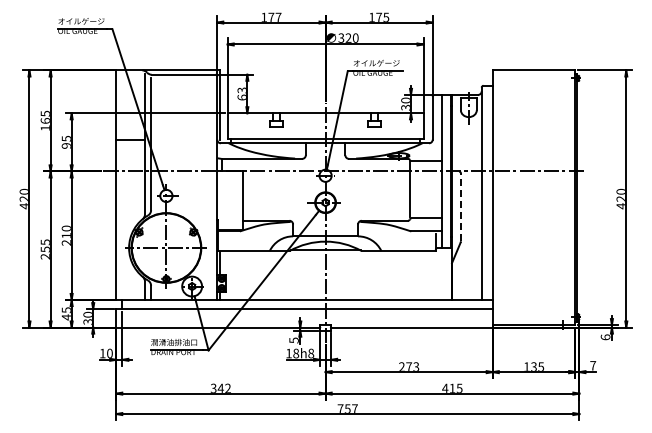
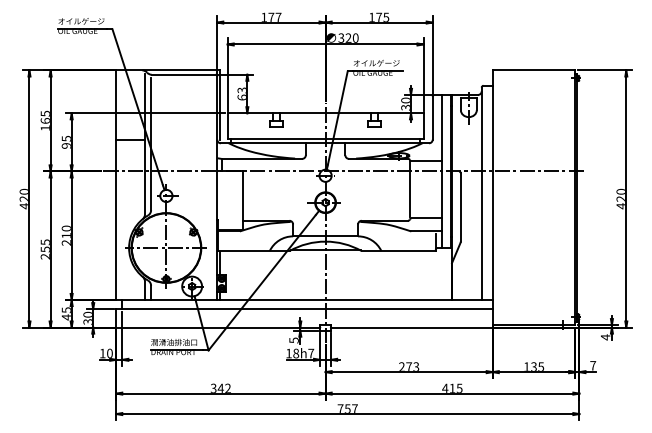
line at (460, 207): dashed -> solid
text at (605, 337): 6 -> 4
text at (311, 353): 18h8 -> 18h7
